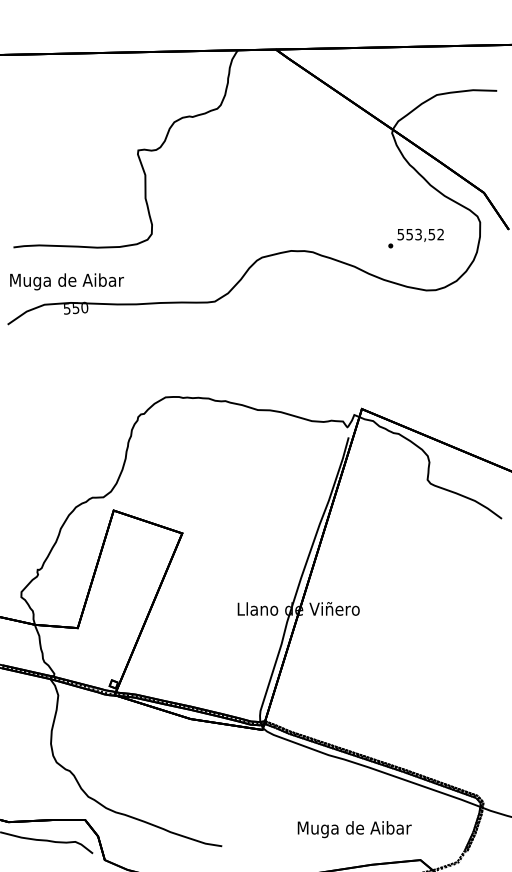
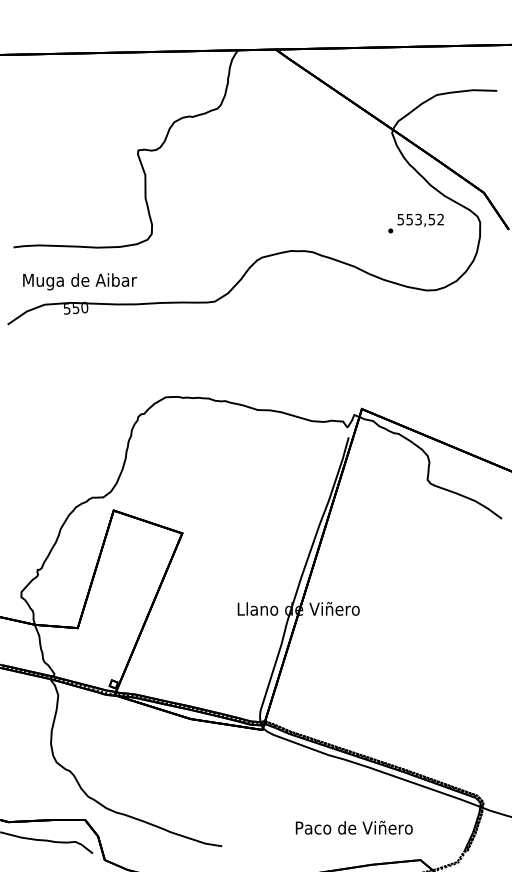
text at (415, 238) position: (415, 238) -> (415, 223)
text at (66, 281) position: (66, 281) -> (79, 281)
text at (353, 829): Muga de Aibar -> Paco de Viñero
